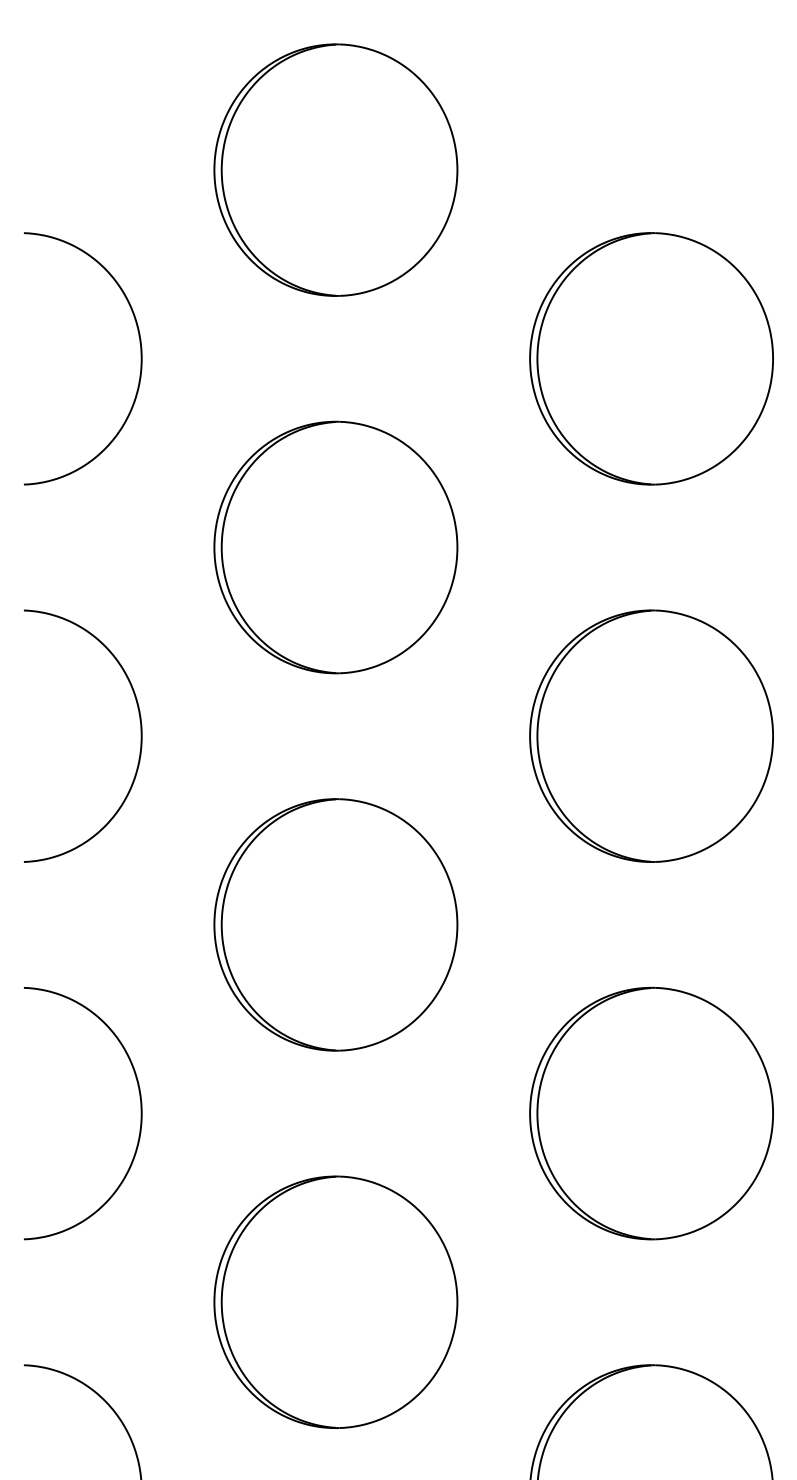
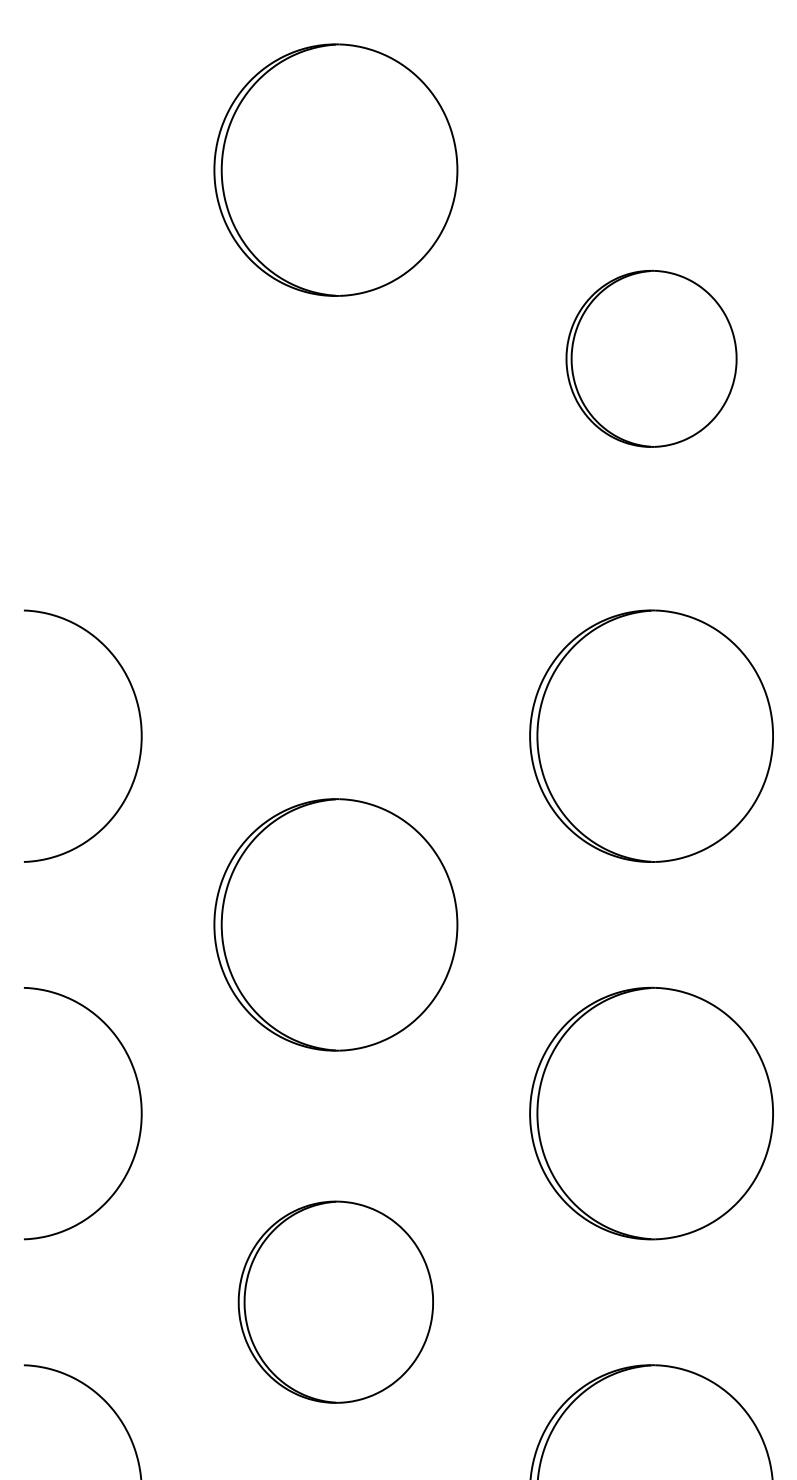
curve at (140, 358): present -> none
part at (651, 358) size: 245x254 px -> 173x178 px
part at (335, 547): present -> none
part at (335, 1301) size: 246x254 px -> 197x204 px
